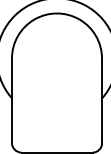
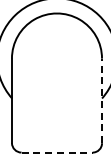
line at (102, 100): solid -> dashed
line at (57, 152): solid -> dashed
